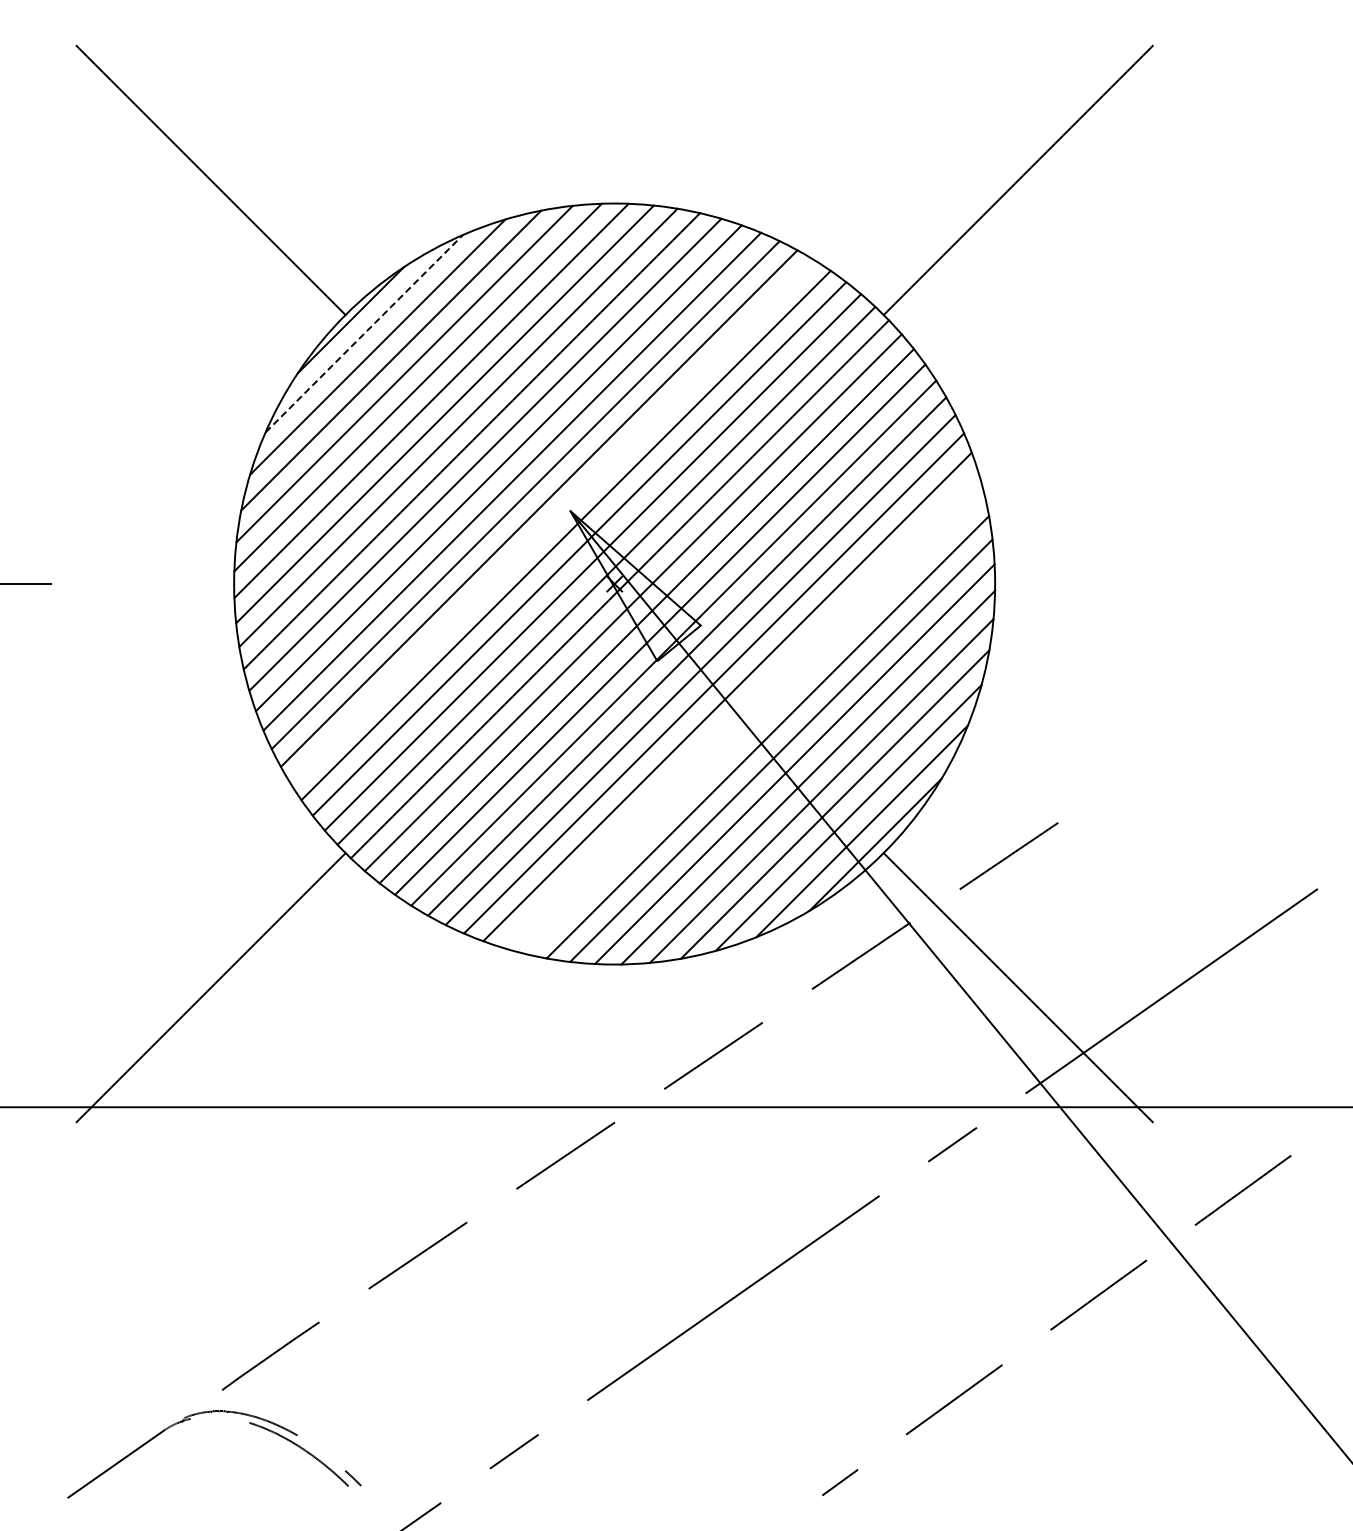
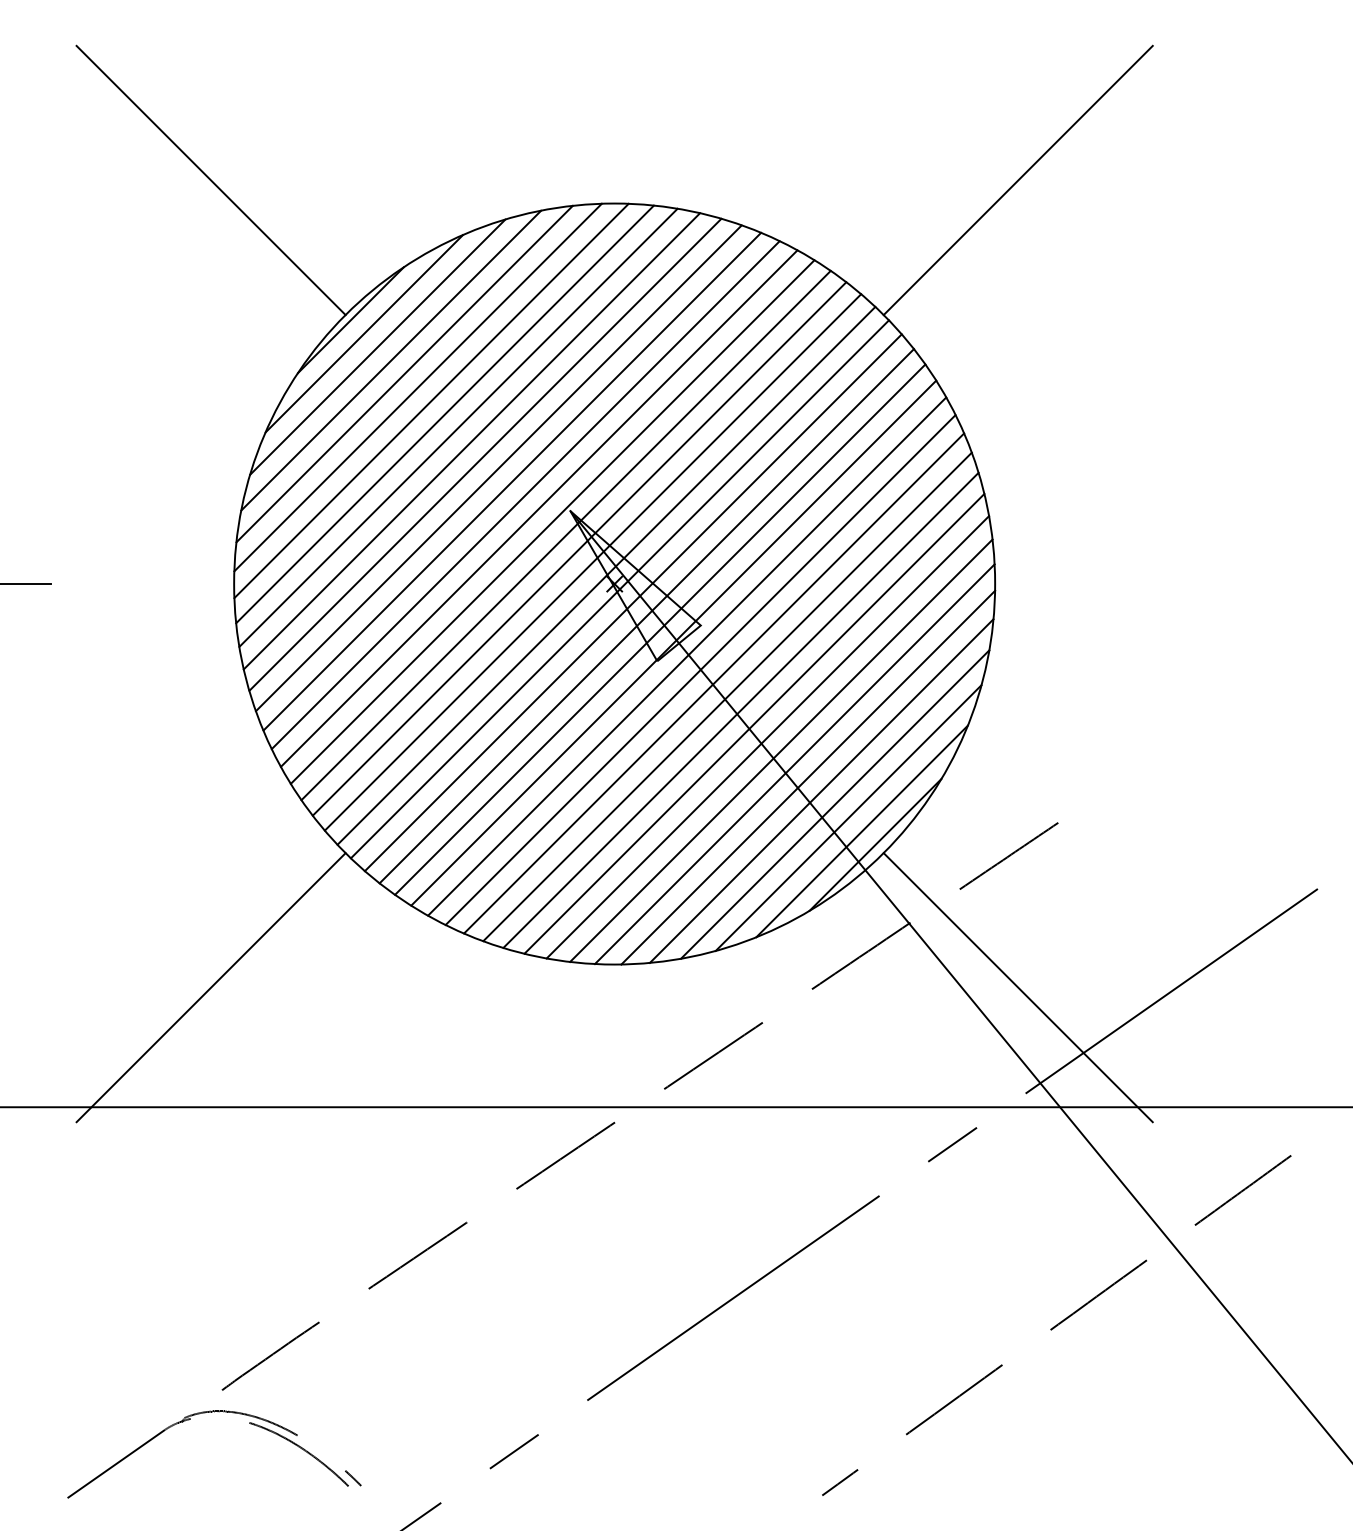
line at (364, 333): dashed -> solid
line at (552, 521): none -> present
line at (740, 709): none -> present
line at (754, 723): none -> present
